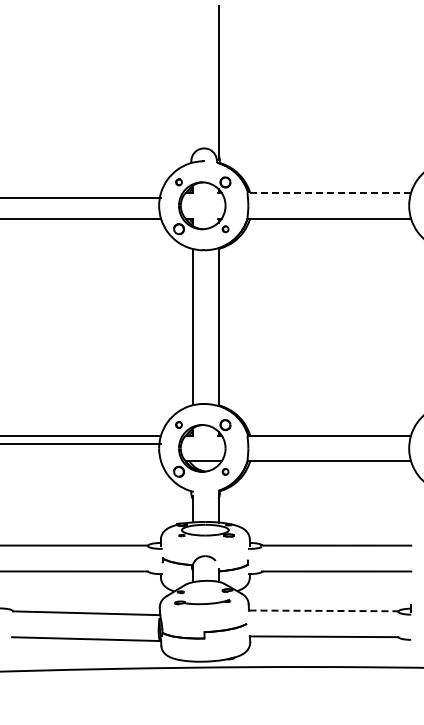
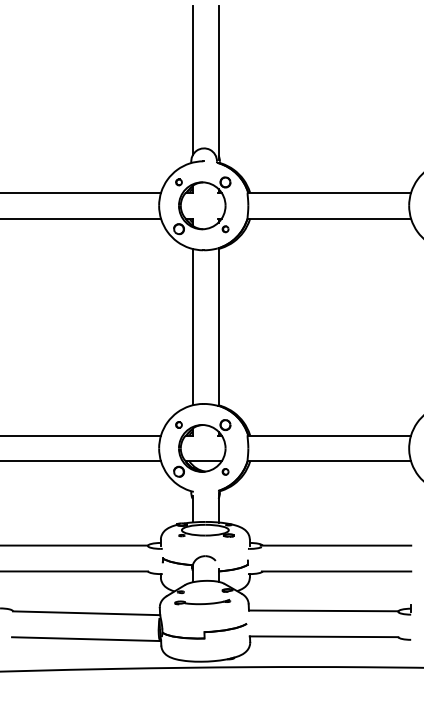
line at (192, 80): none -> present
line at (329, 192): dashed -> solid
line at (81, 197) position: (81, 197) -> (81, 192)
line at (81, 444) position: (81, 444) -> (81, 461)
line at (324, 610): dashed -> solid
